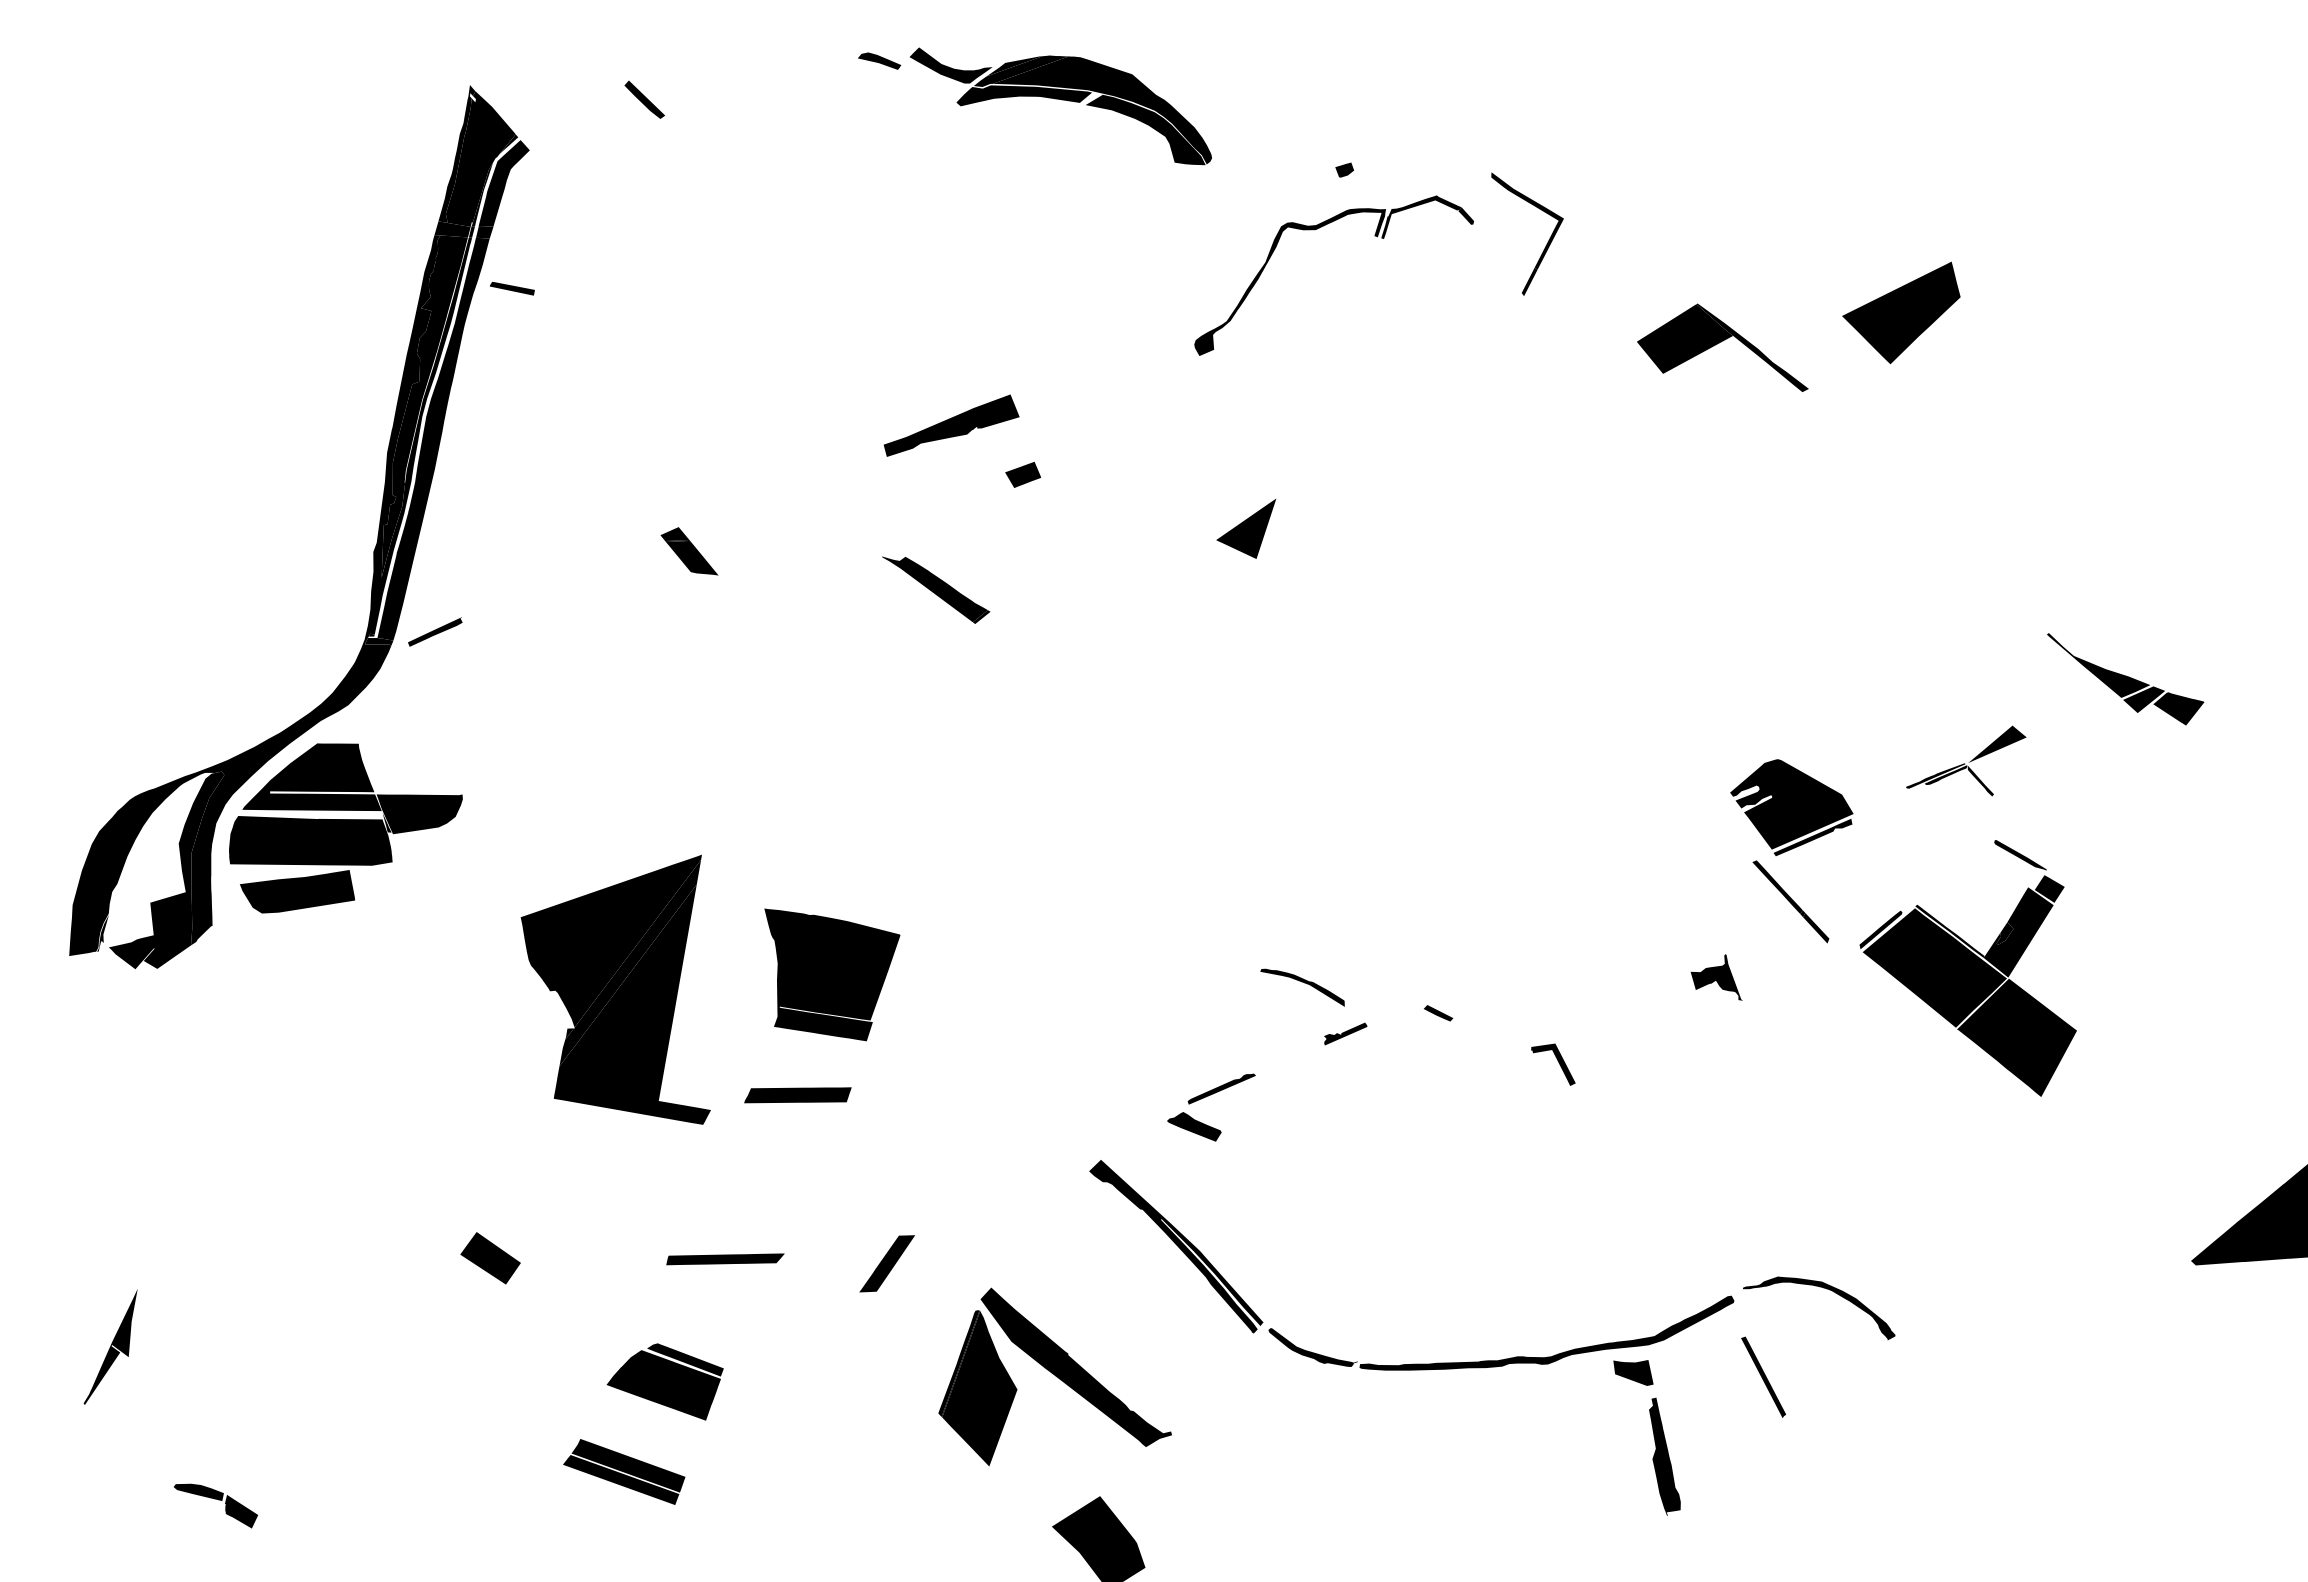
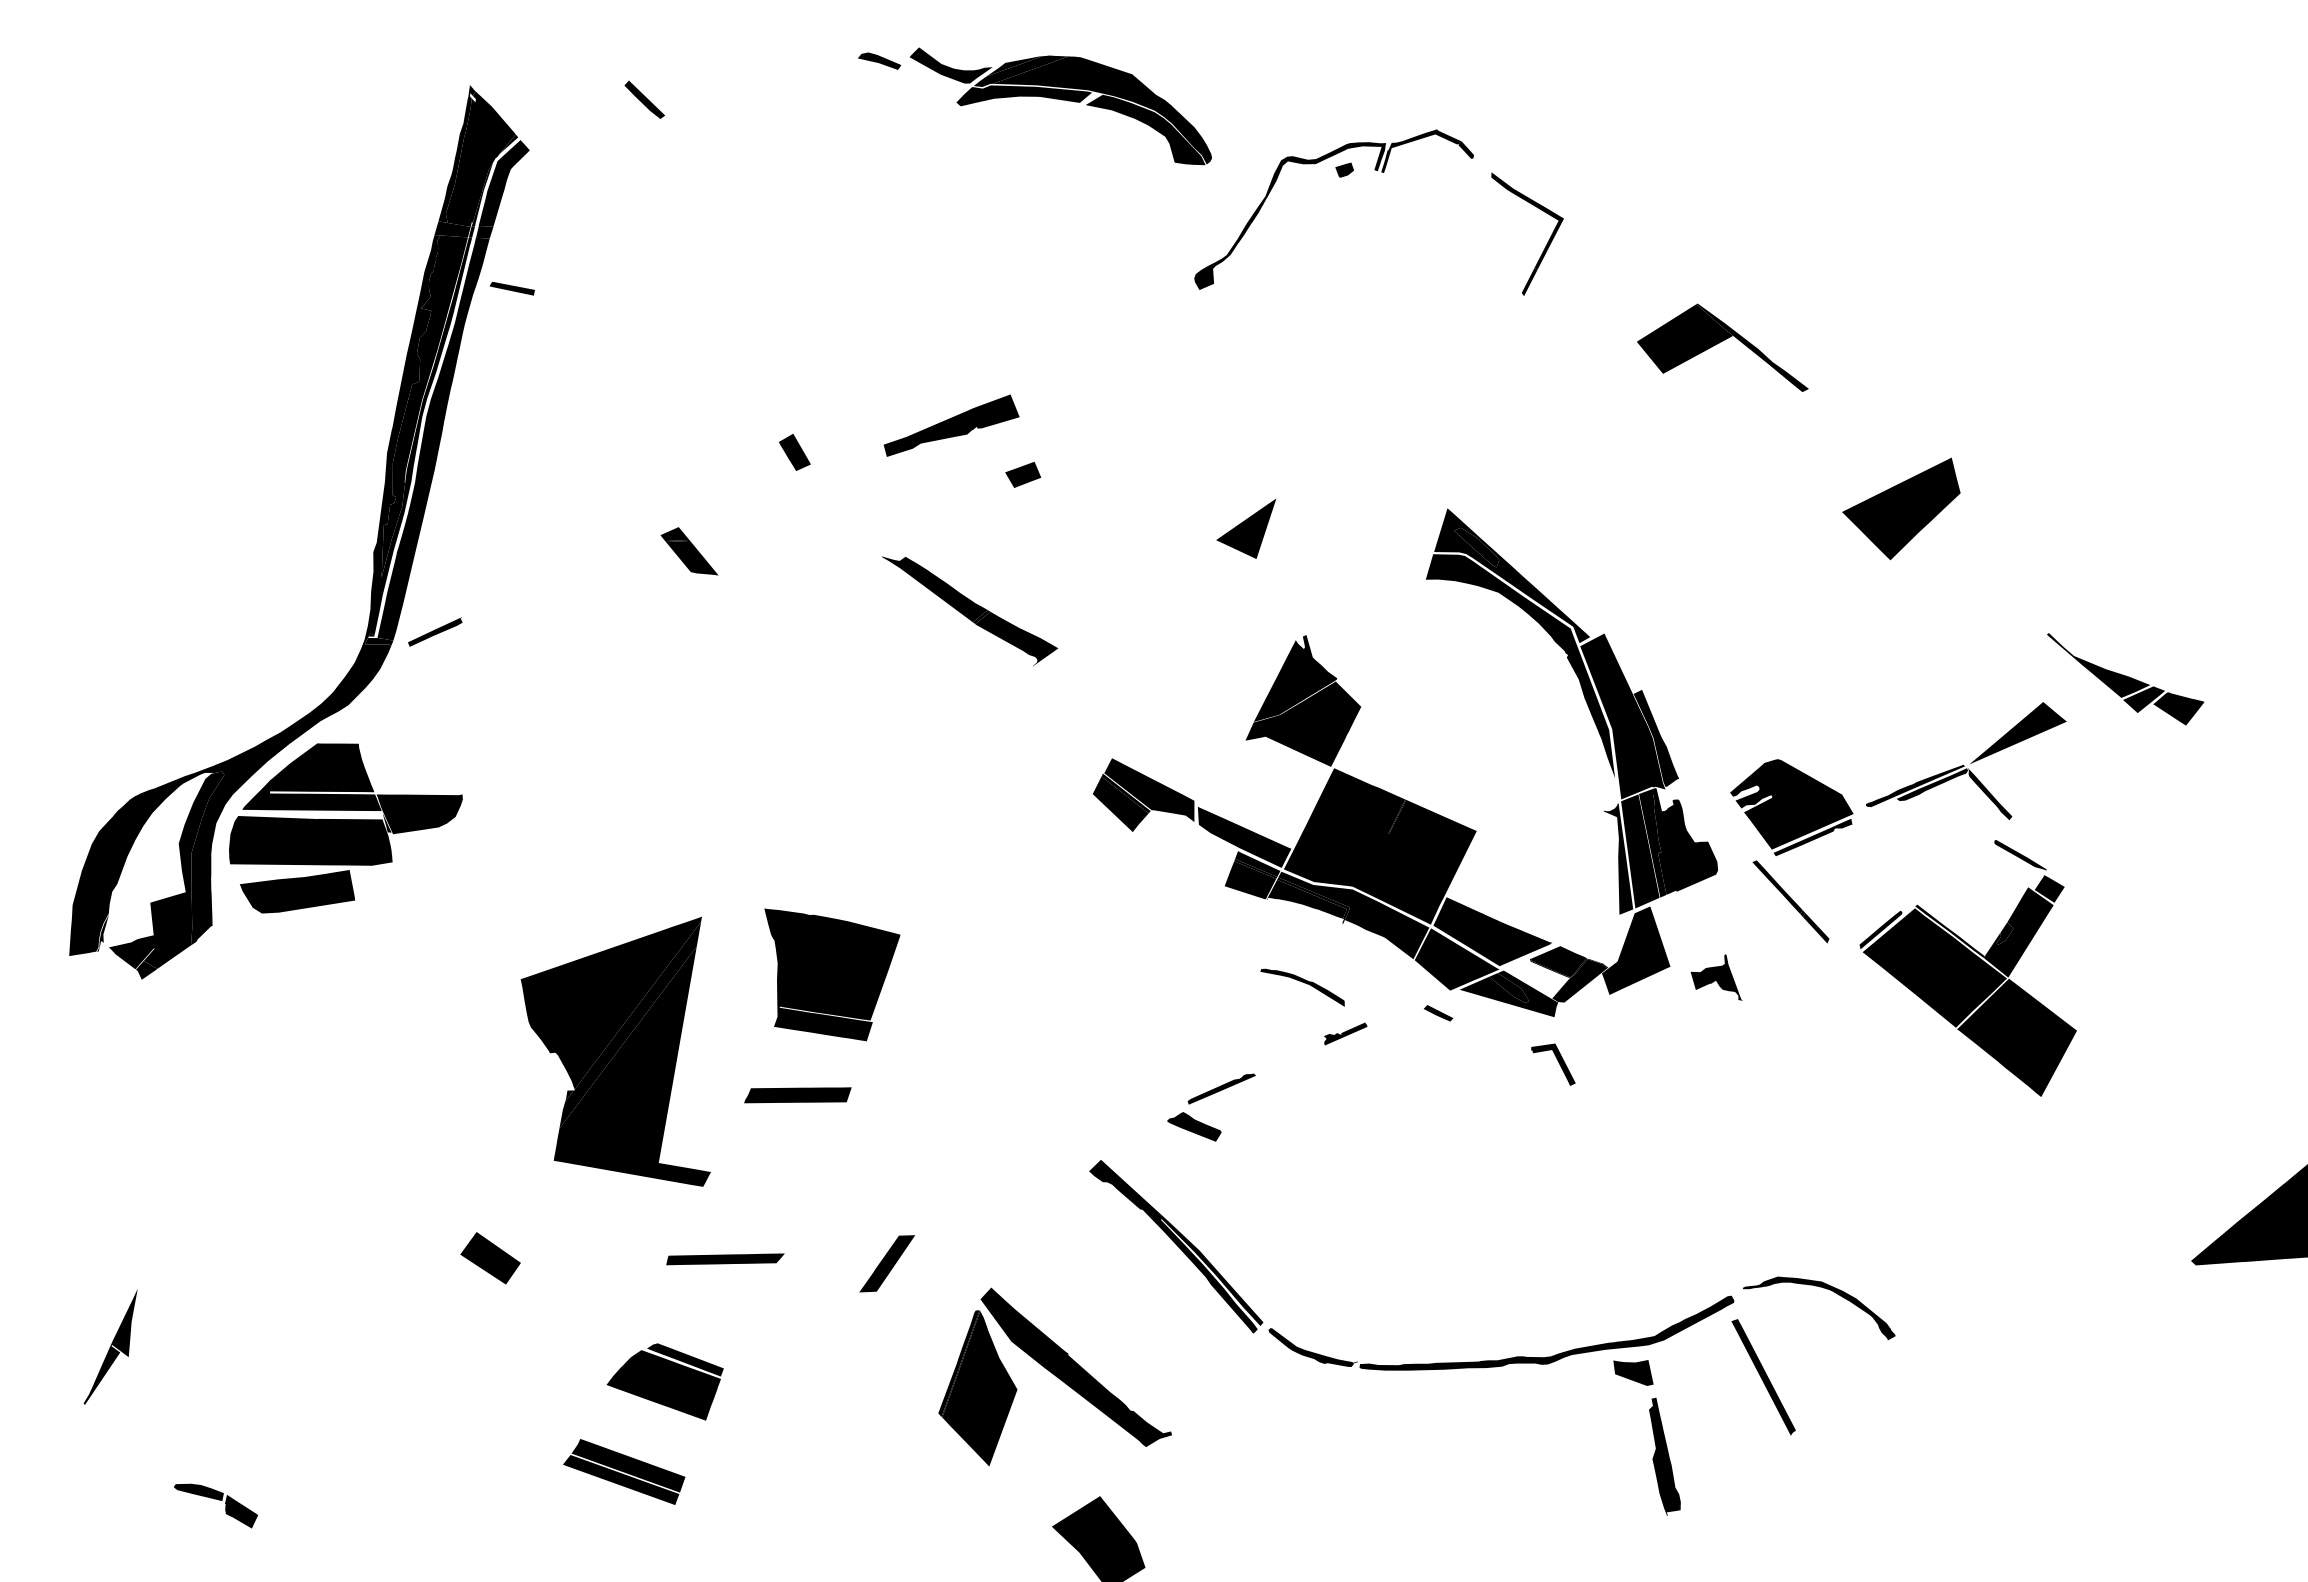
part at (1315, 230) position: (1315, 230) -> (1315, 164)
part at (1901, 312) position: (1901, 312) -> (1901, 508)
fill at (794, 452): none -> present
fill at (1016, 638): none -> present
part at (1966, 760) size: 121x72 px -> 201x118 px
part at (1392, 793): none -> present
fill at (146, 969): none -> present
part at (615, 989) position: (615, 989) -> (615, 1051)
part at (1763, 1376) size: 45x82 px -> 65x117 px
